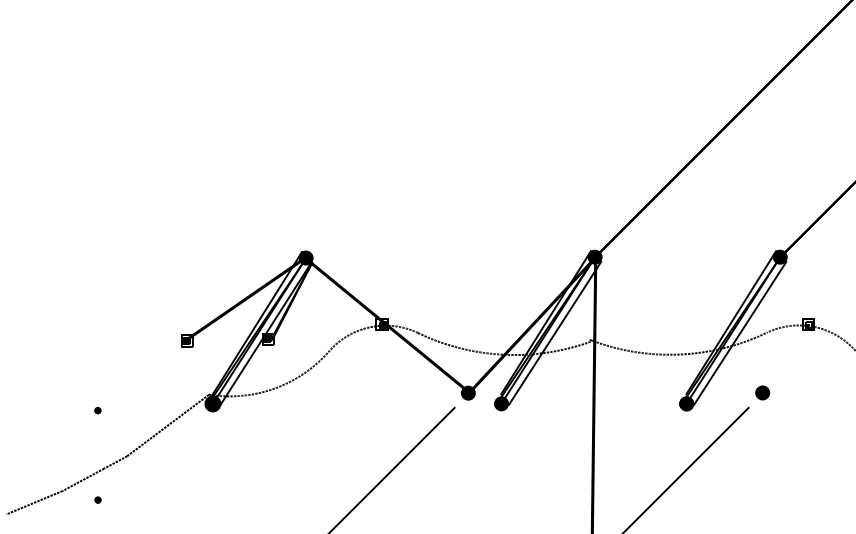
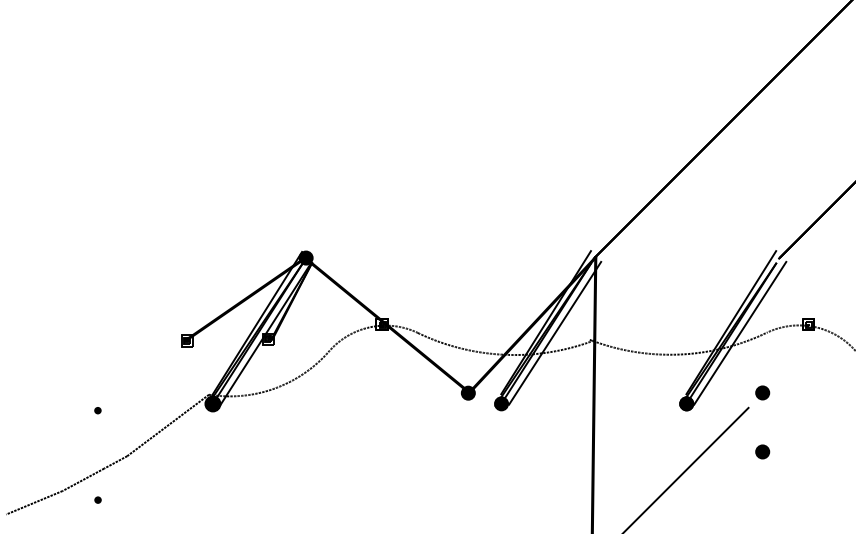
fill at (594, 256): present -> none
fill at (779, 256): present -> none
part at (762, 451): none -> present
line at (392, 468): present -> none
